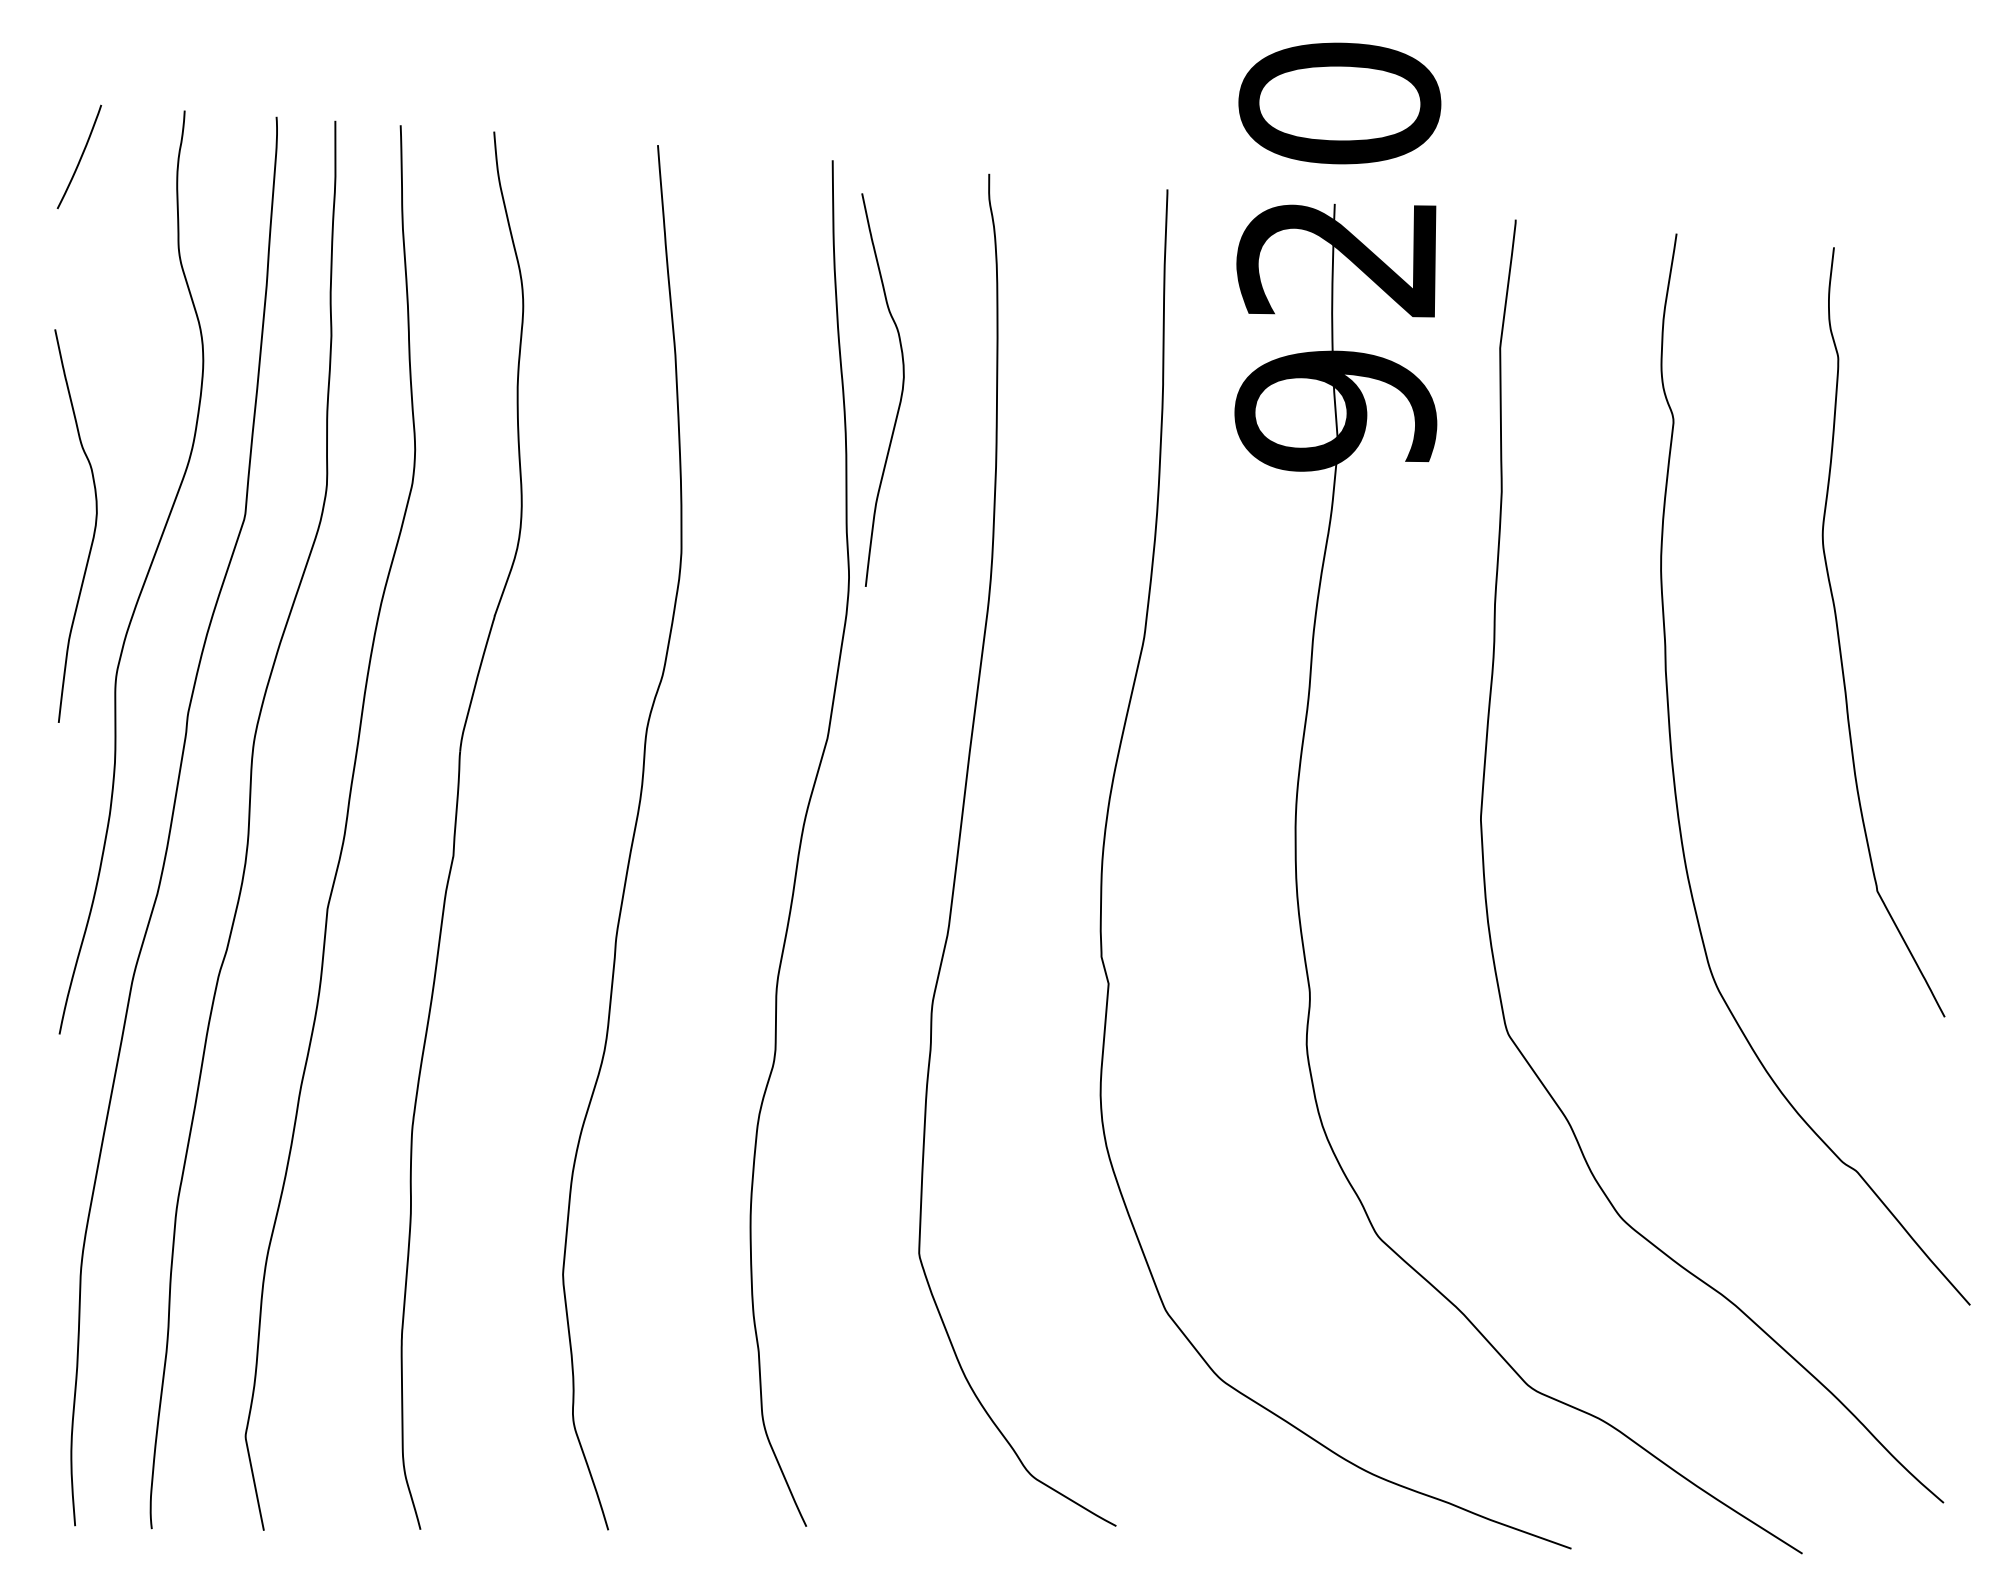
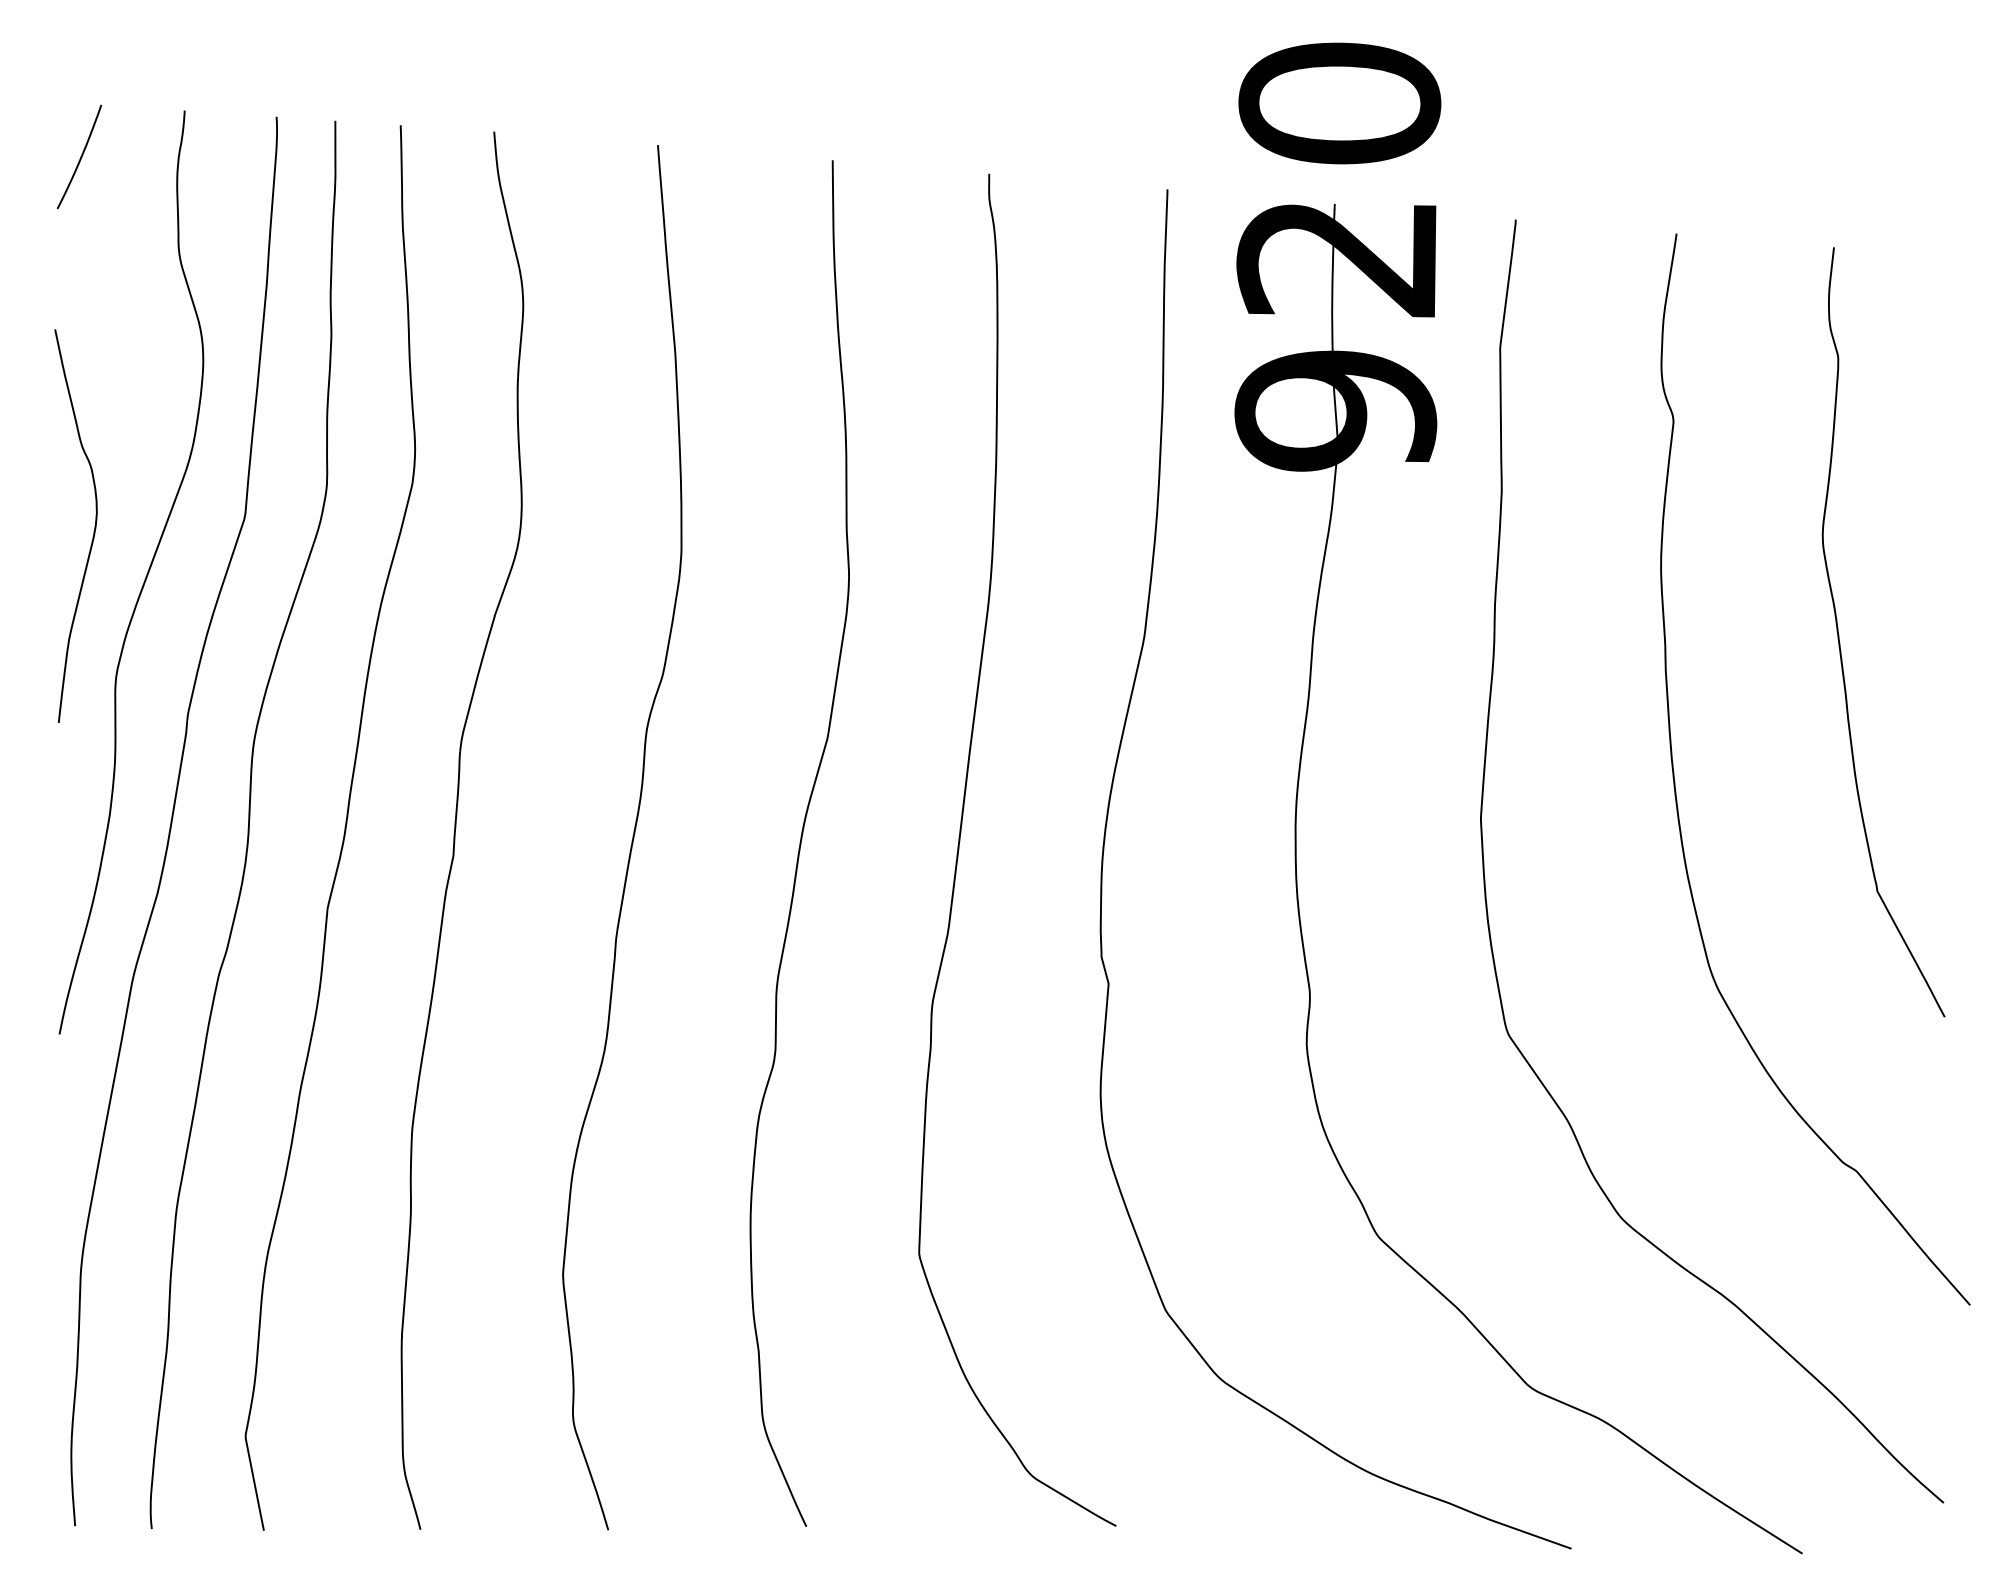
curve at (900, 395): present -> none
